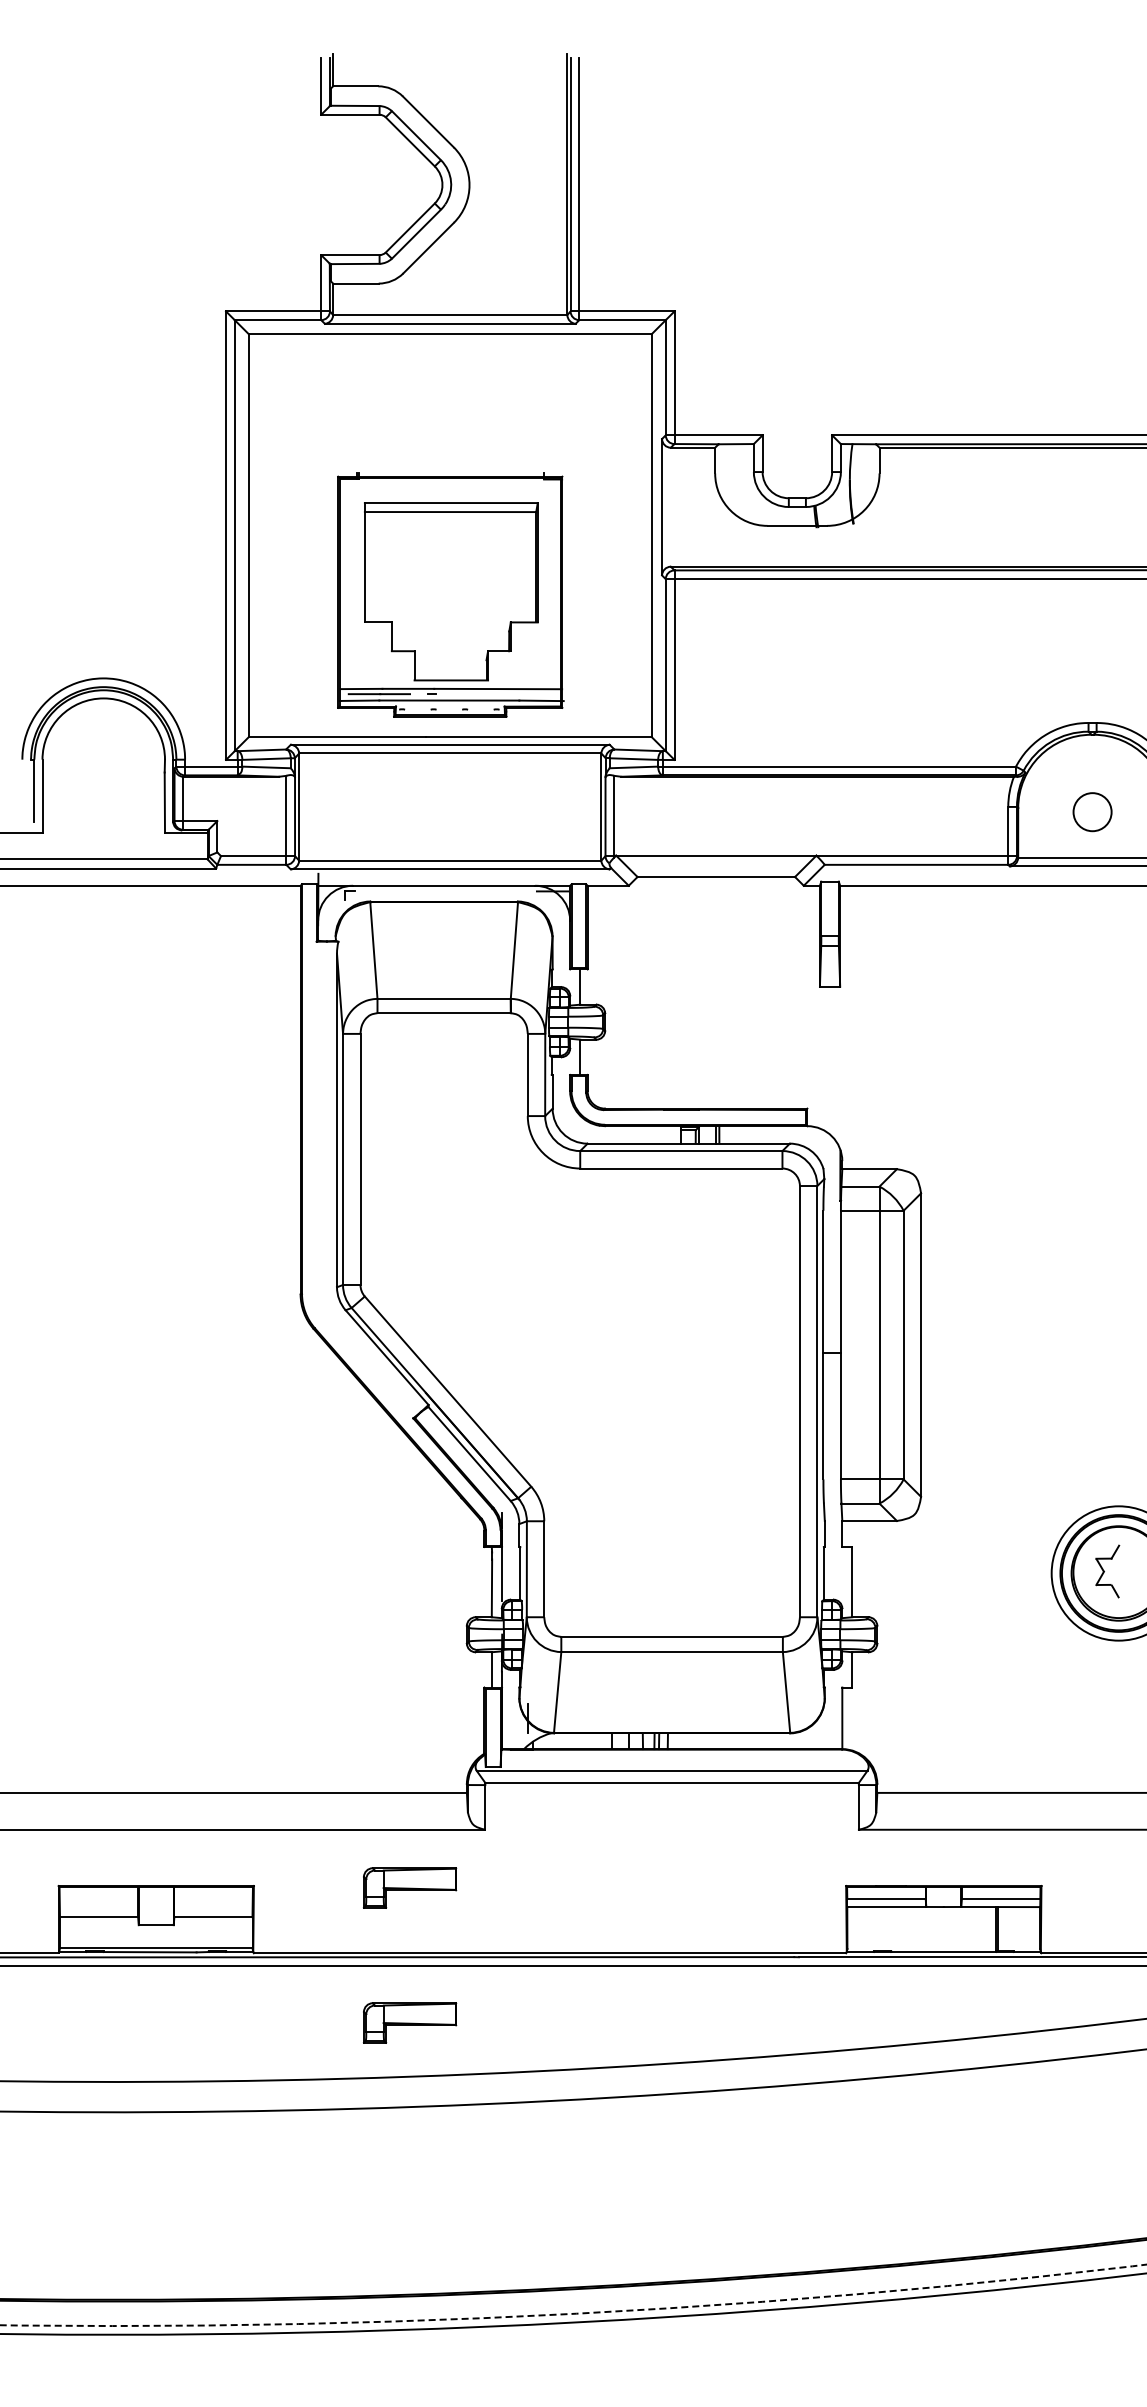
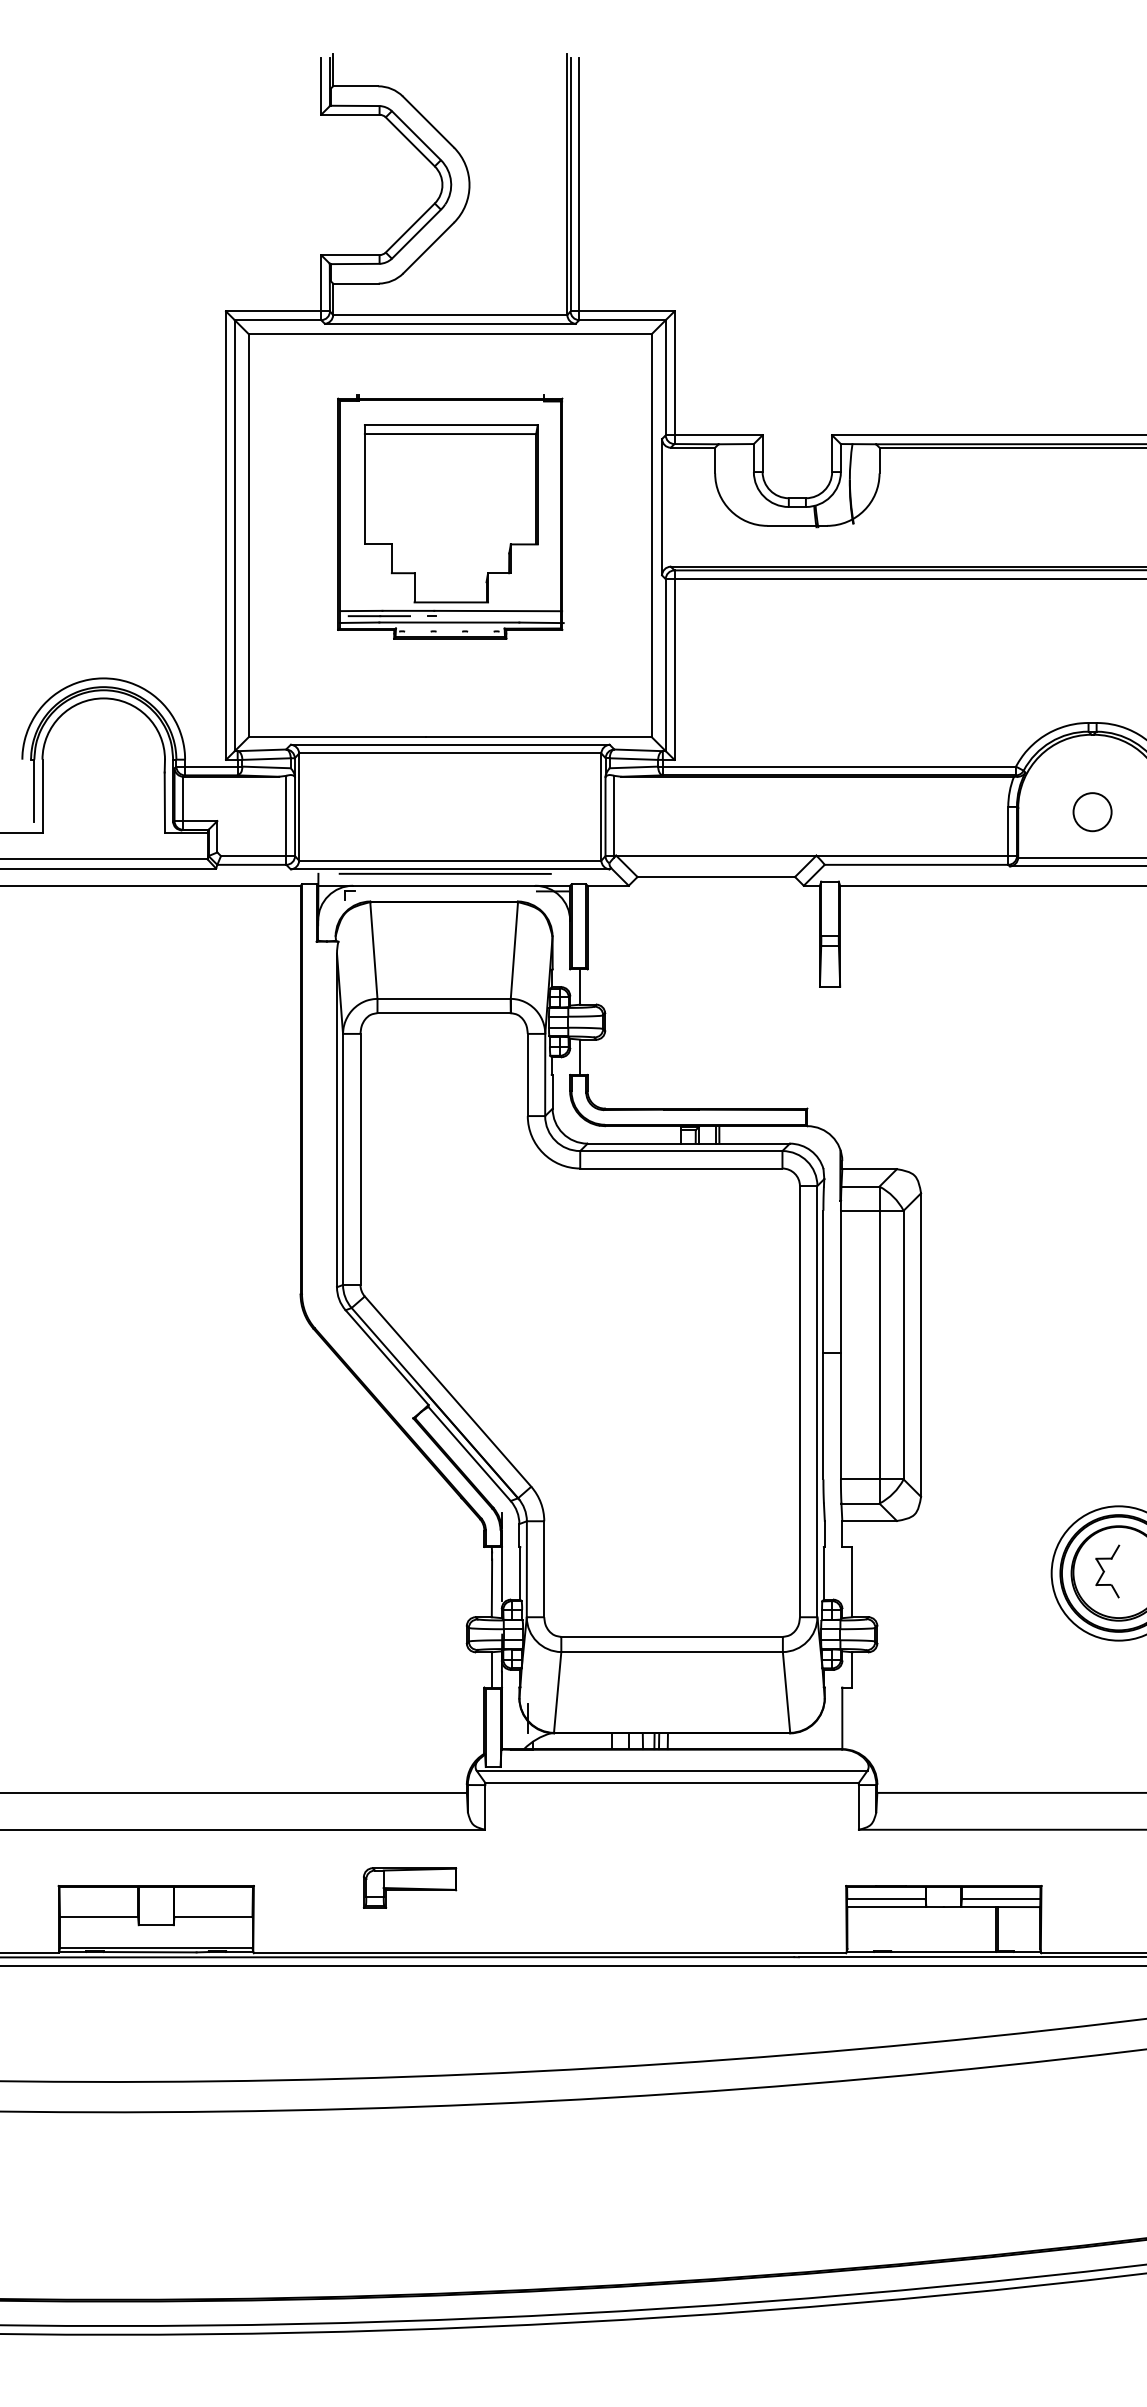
part at (450, 594) position: (450, 594) -> (450, 516)
line at (444, 873): none -> present
part at (410, 2022): present -> none
arc at (575, 2313): dashed -> solid
